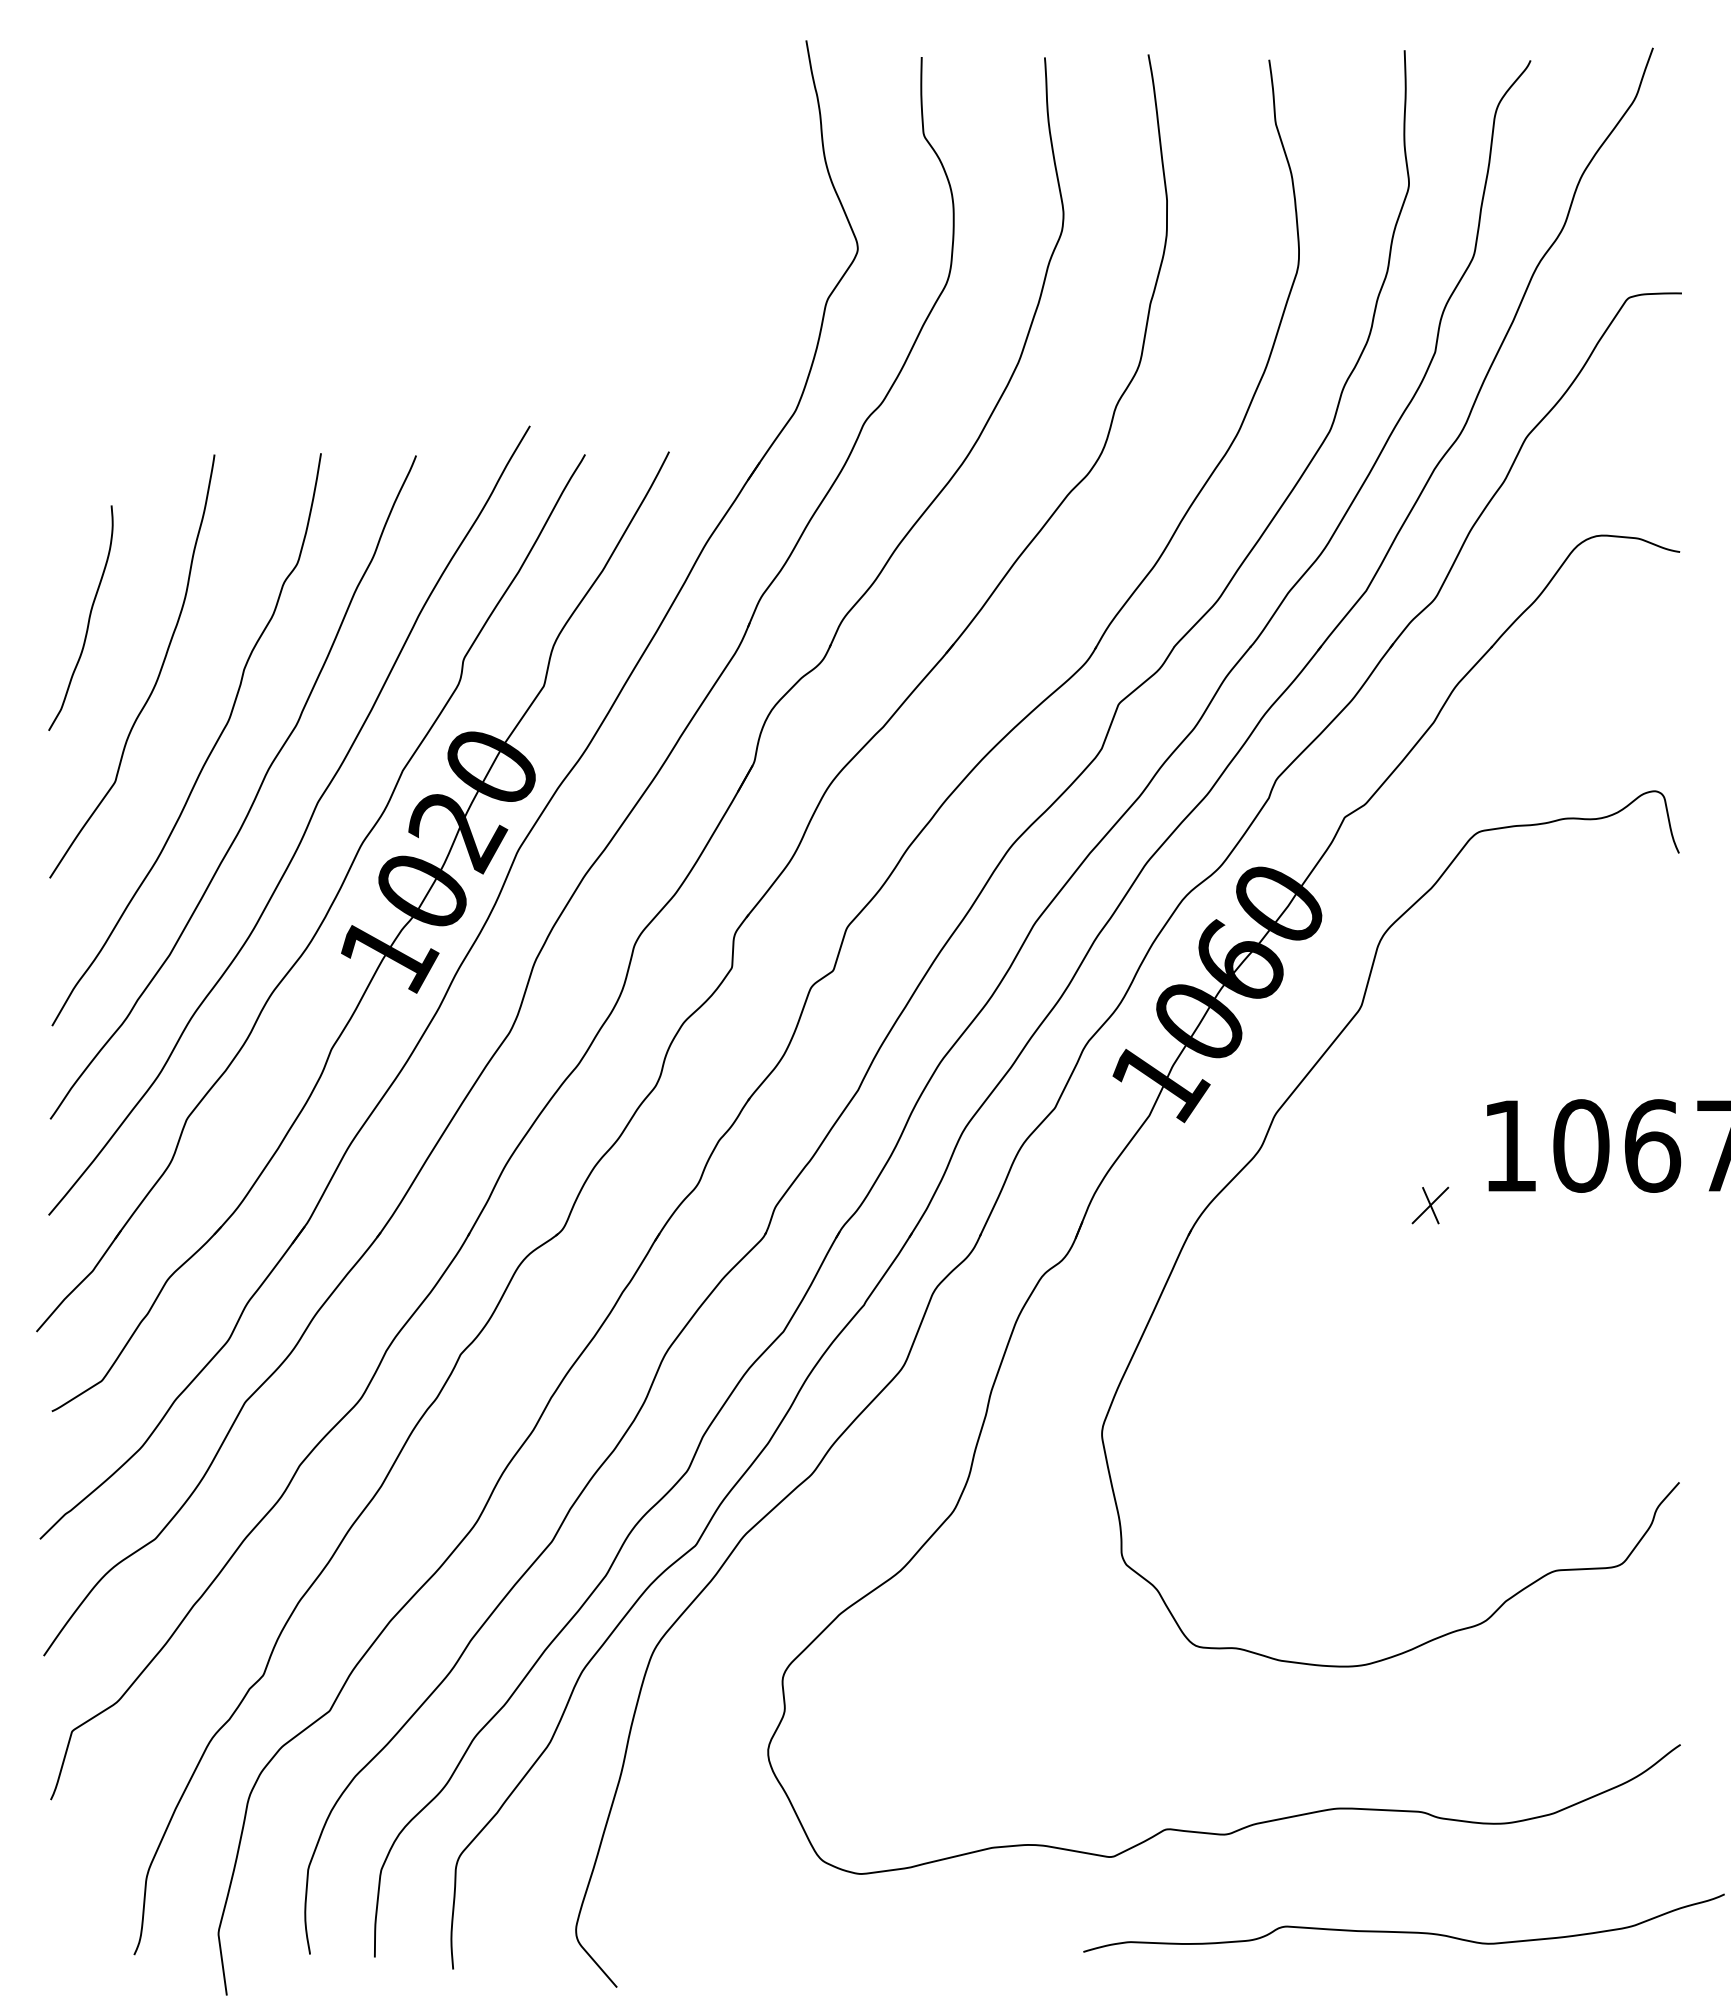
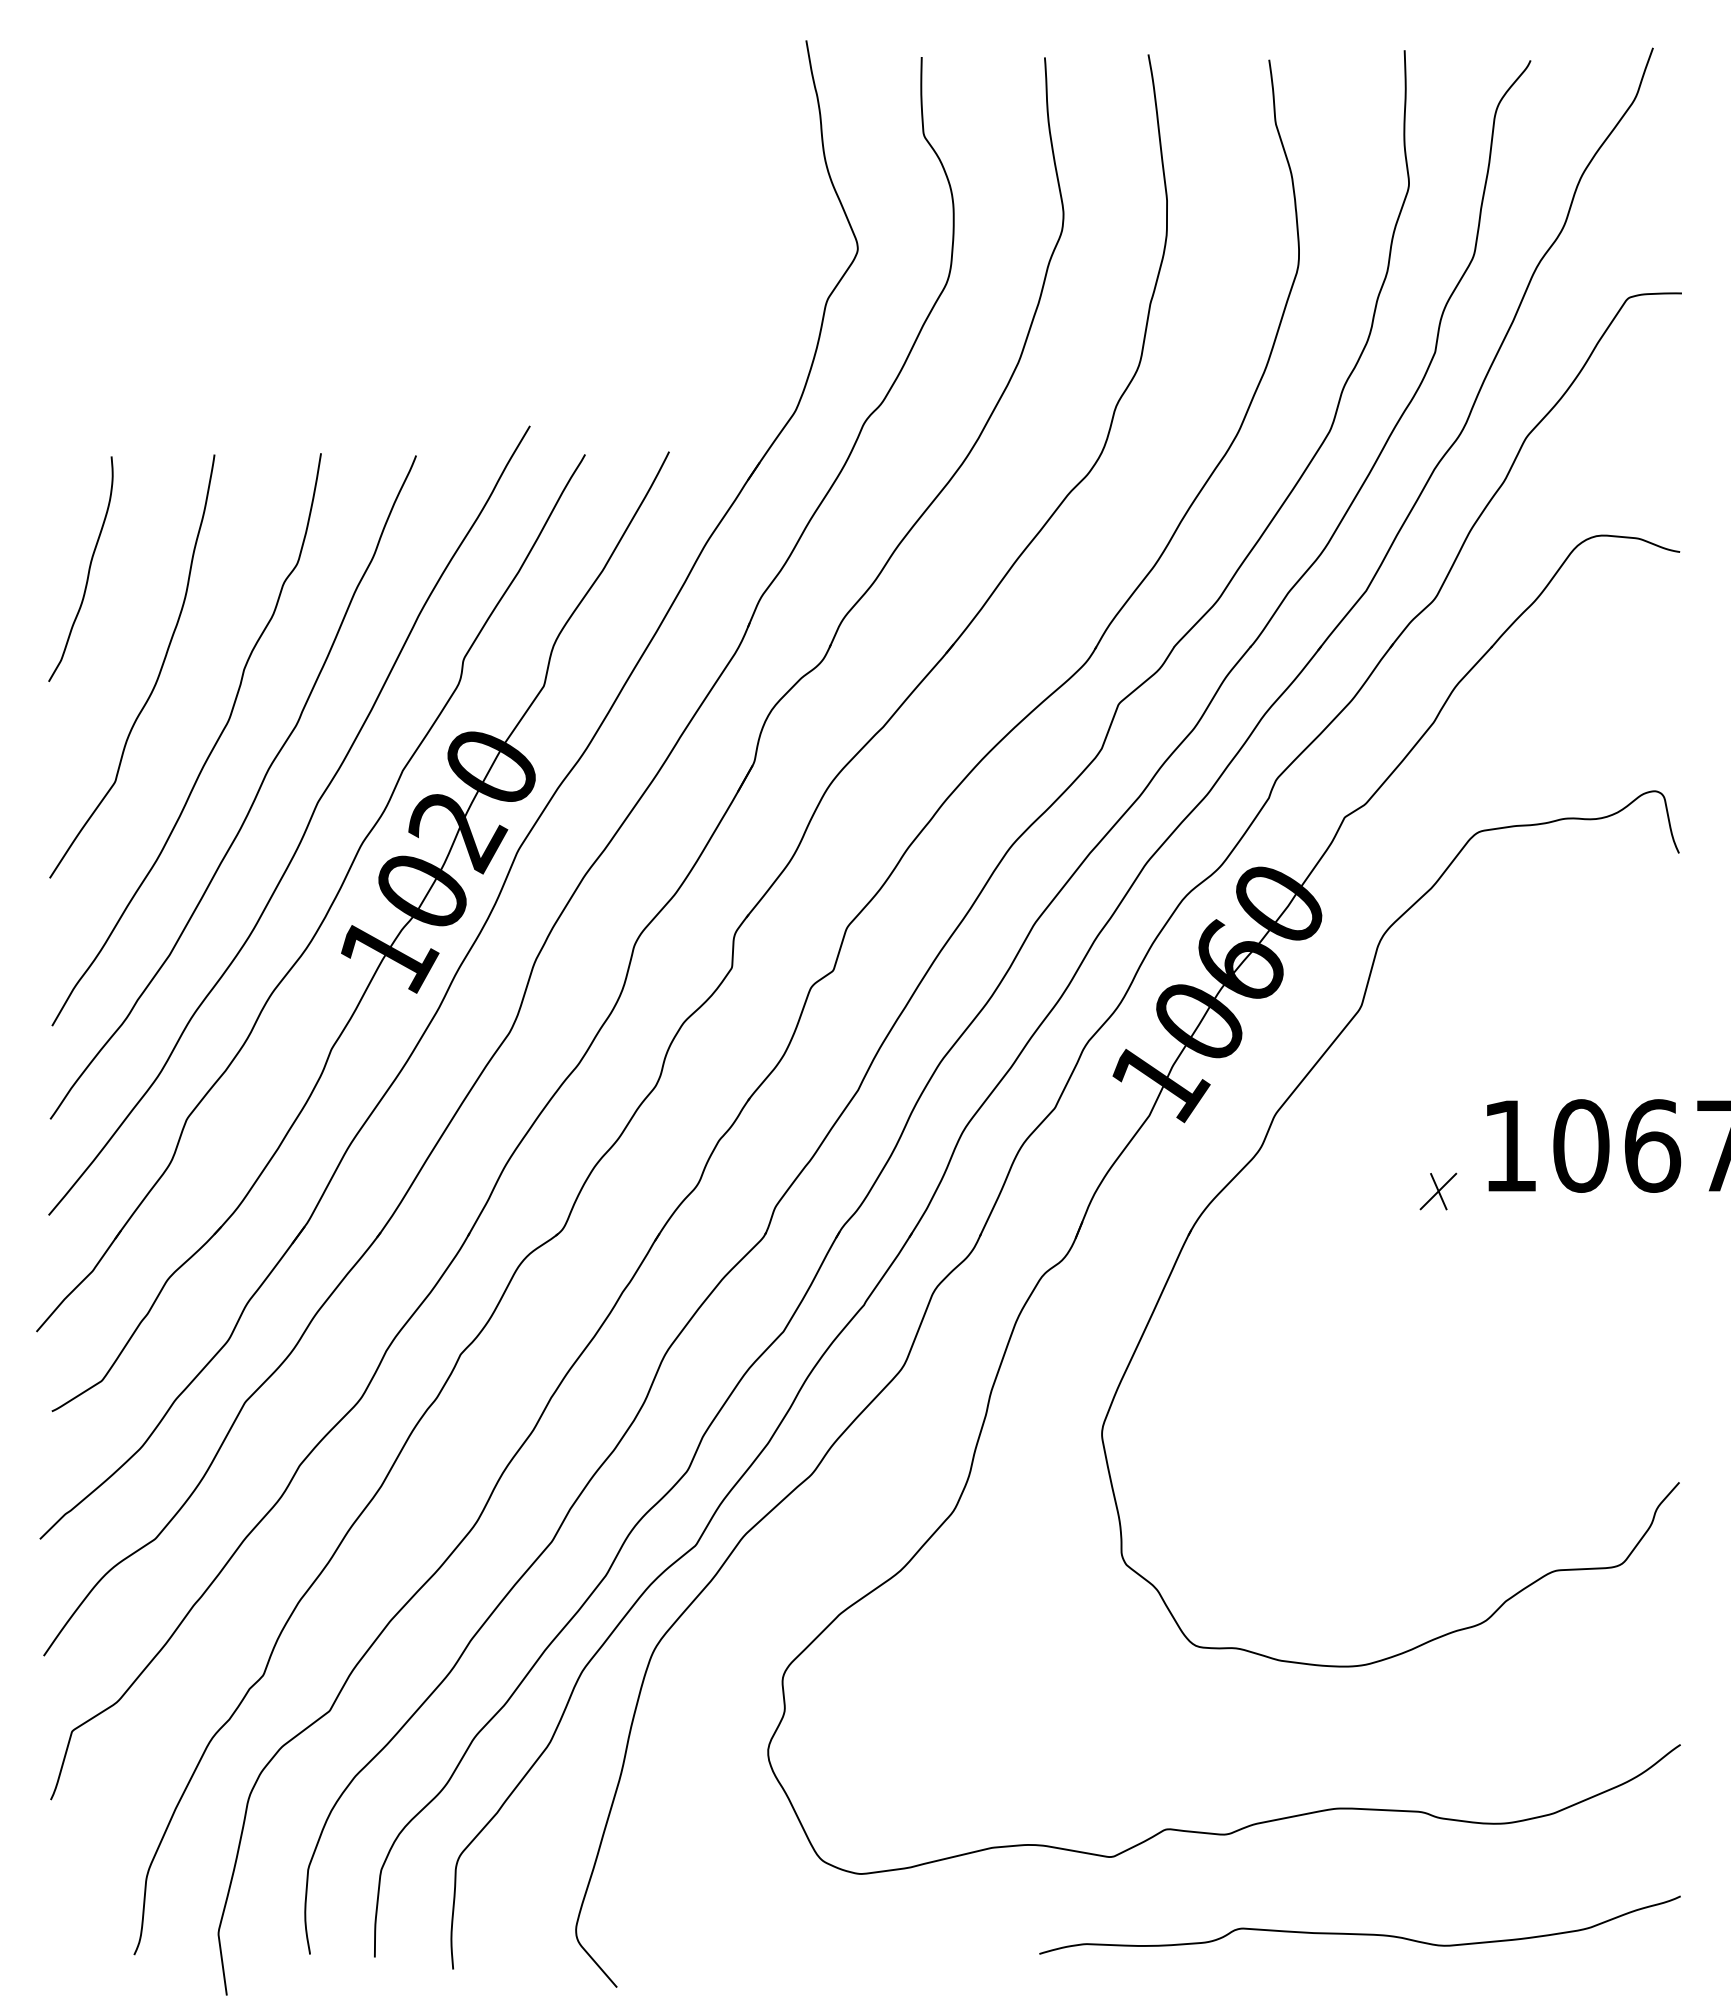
curve at (88, 617) position: (88, 617) -> (88, 568)
part at (1430, 1205) position: (1430, 1205) -> (1438, 1191)
curve at (1403, 1931) position: (1403, 1931) -> (1359, 1933)
